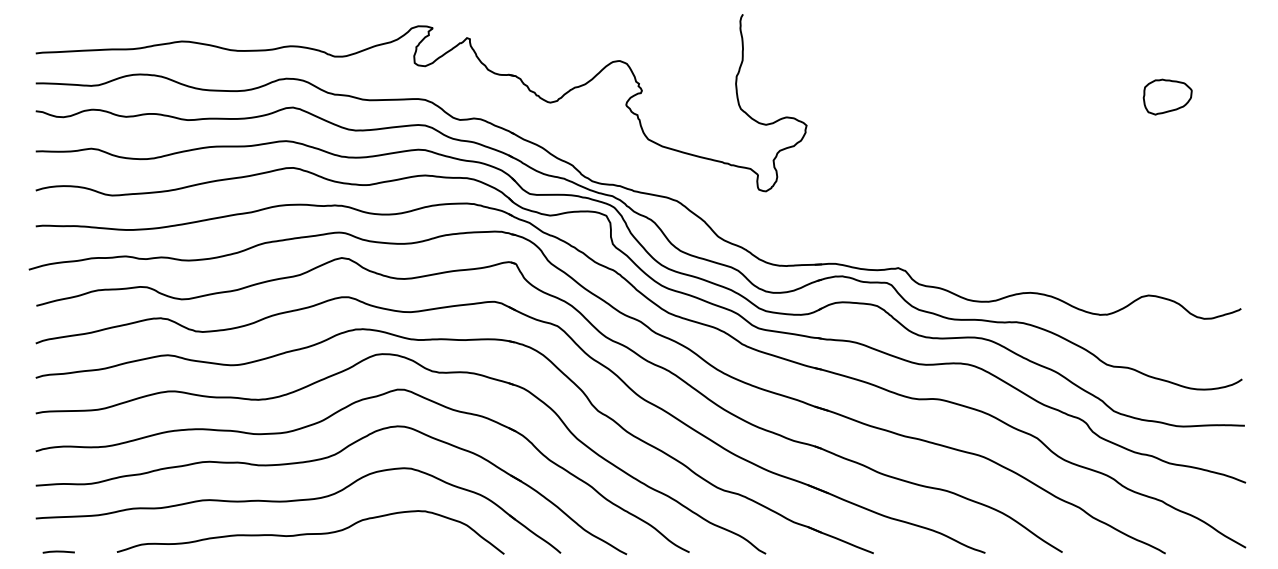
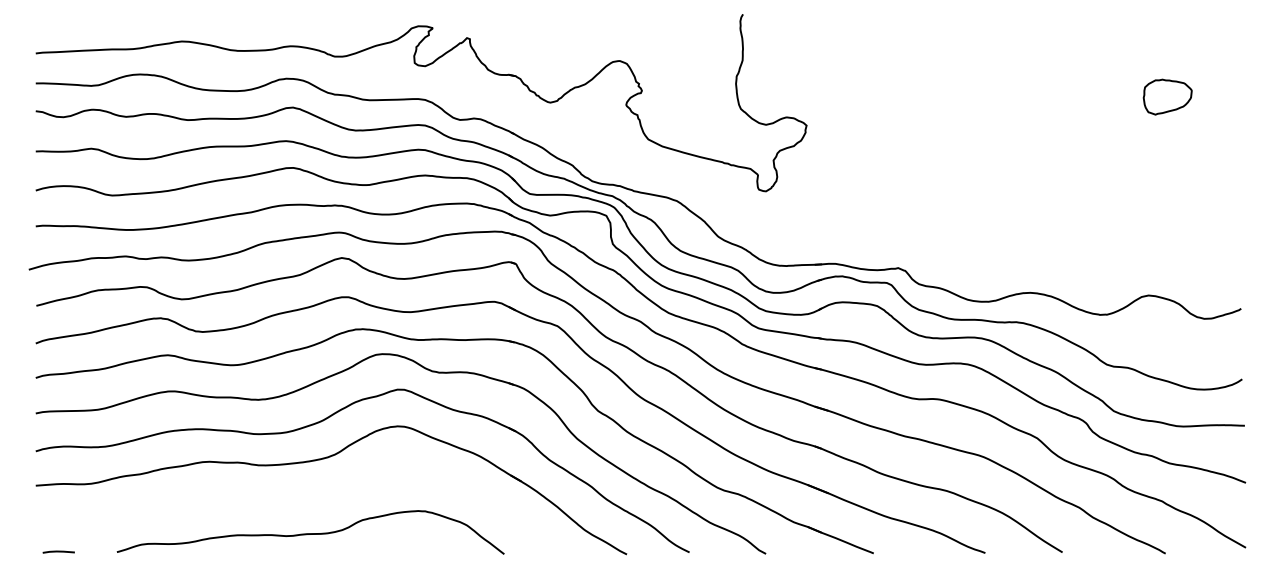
part at (298, 501): present -> none
